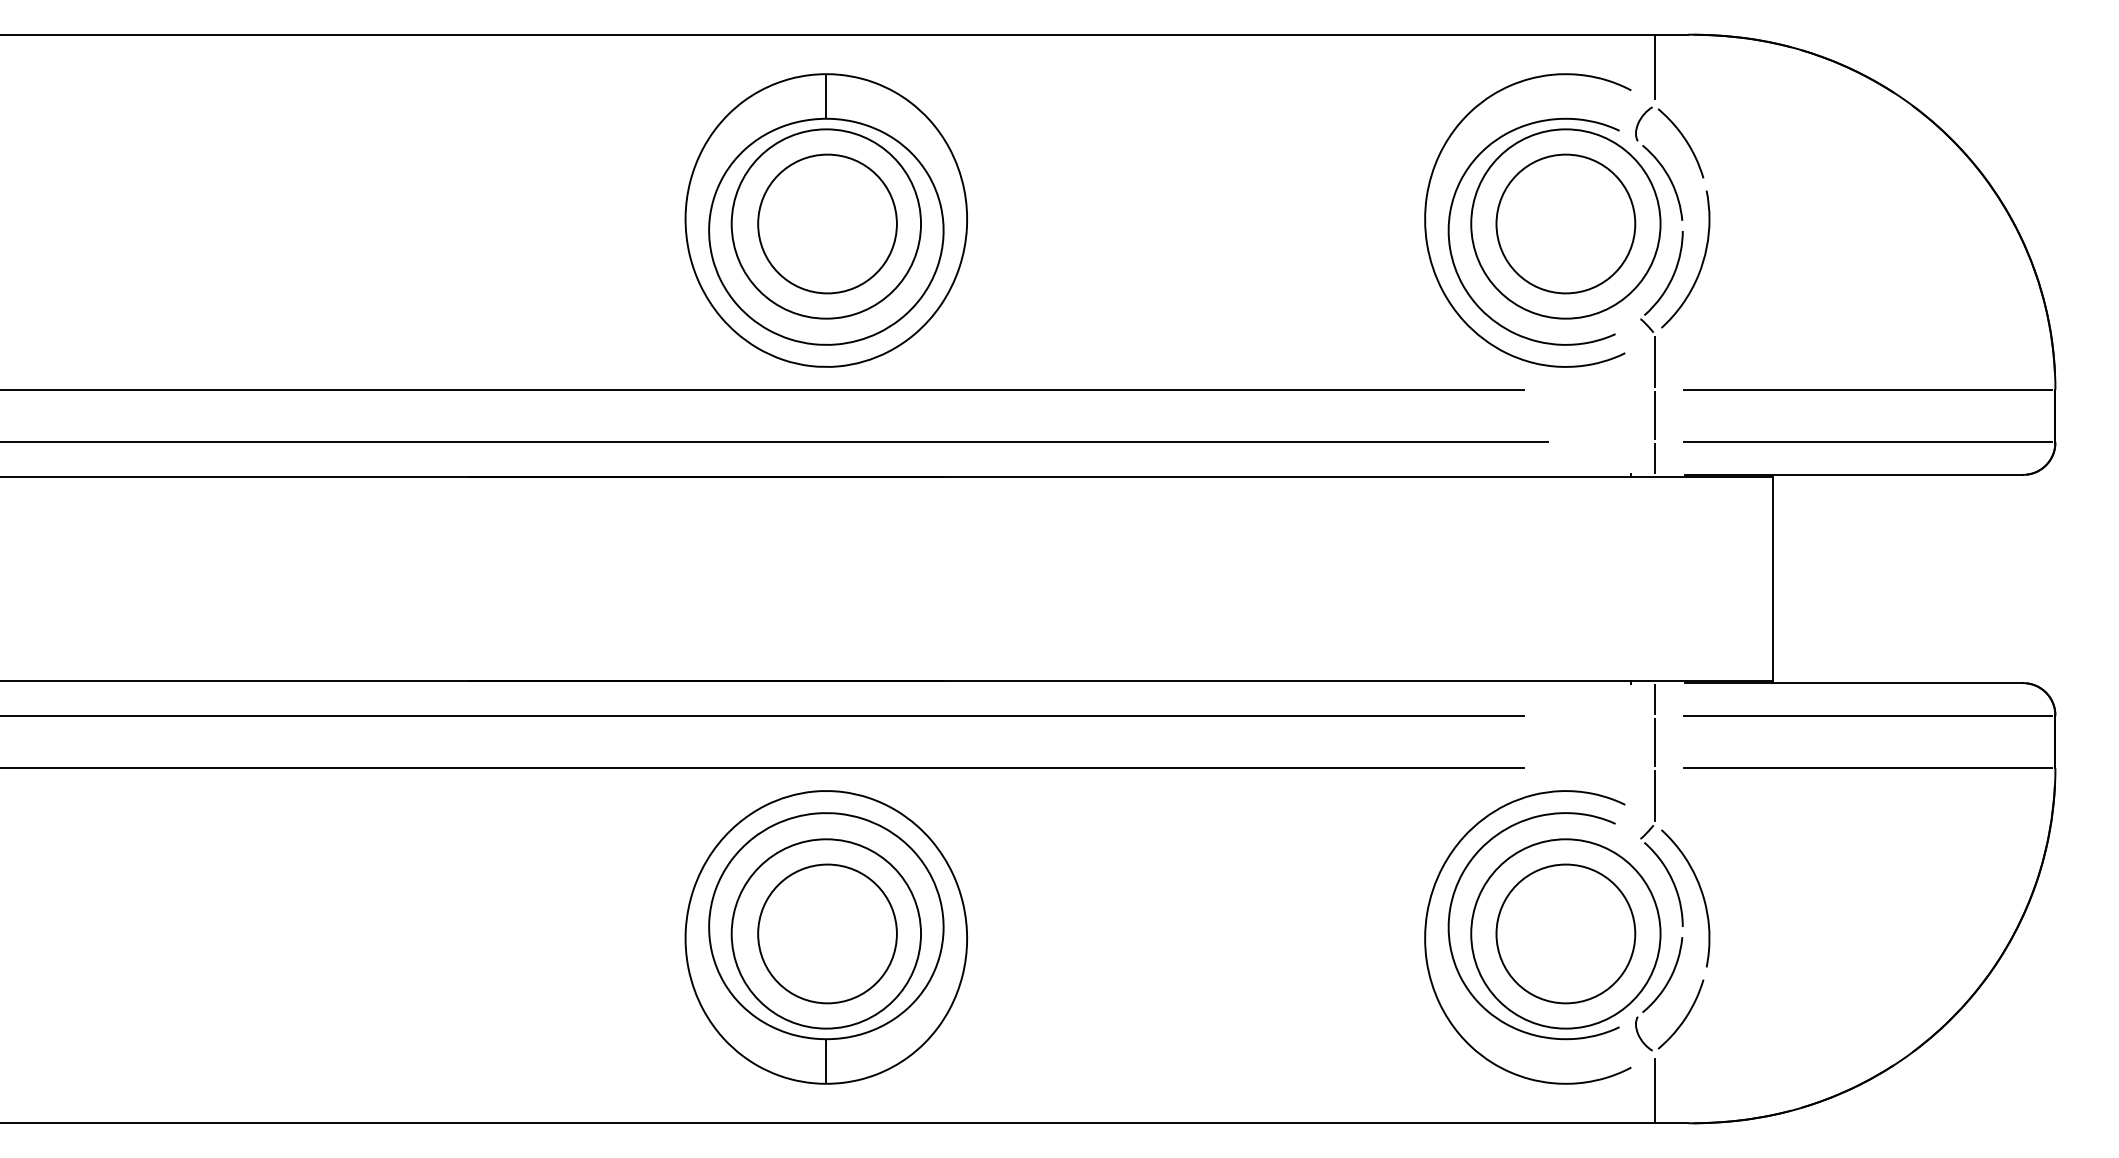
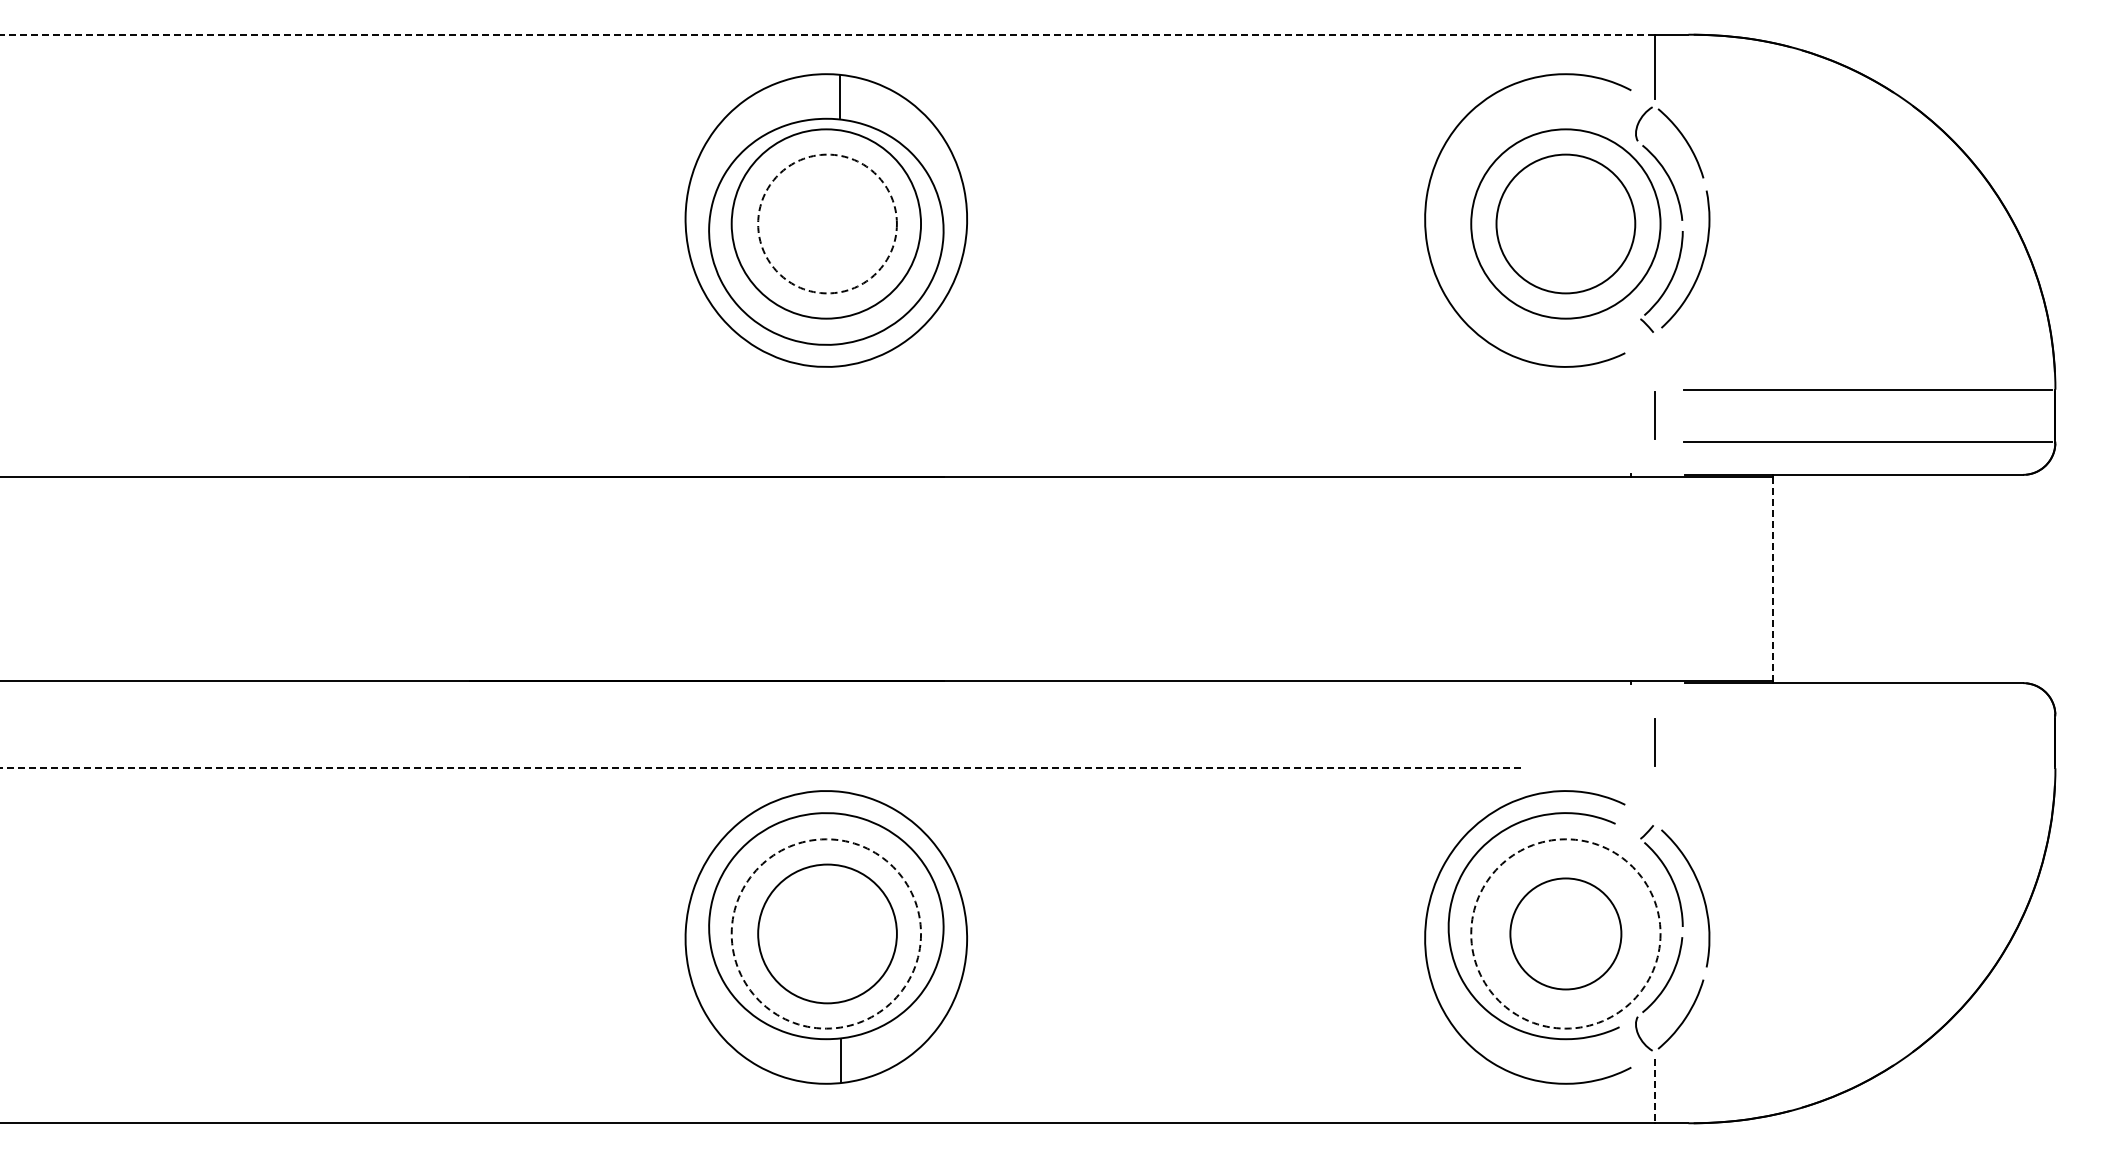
line at (827, 34): solid -> dashed
line at (826, 96) position: (826, 96) -> (840, 96)
circle at (827, 223): solid -> dashed
curve at (1450, 241): present -> none
line at (1654, 361): present -> none
line at (763, 389): present -> none
line at (774, 441): present -> none
line at (1654, 458): present -> none
line at (1772, 579): solid -> dashed
line at (1654, 699): present -> none
line at (763, 716): present -> none
line at (1867, 716): present -> none
line at (762, 768): solid -> dashed
line at (1867, 768): present -> none
line at (1654, 796): present -> none
circle at (826, 933): solid -> dashed
circle at (1565, 933) diameter: 139 px -> 111 px
circle at (1565, 933): solid -> dashed
line at (826, 1060) position: (826, 1060) -> (841, 1060)
line at (1654, 1091): solid -> dashed
